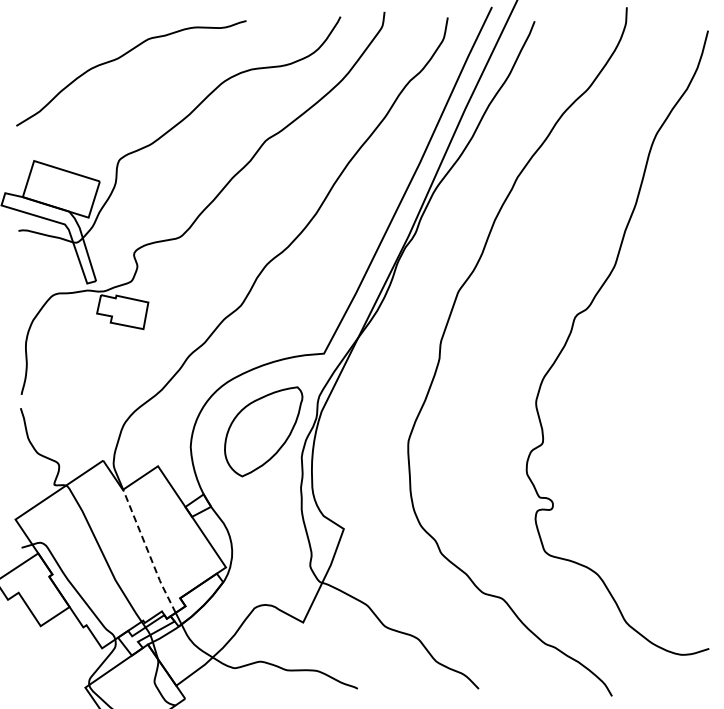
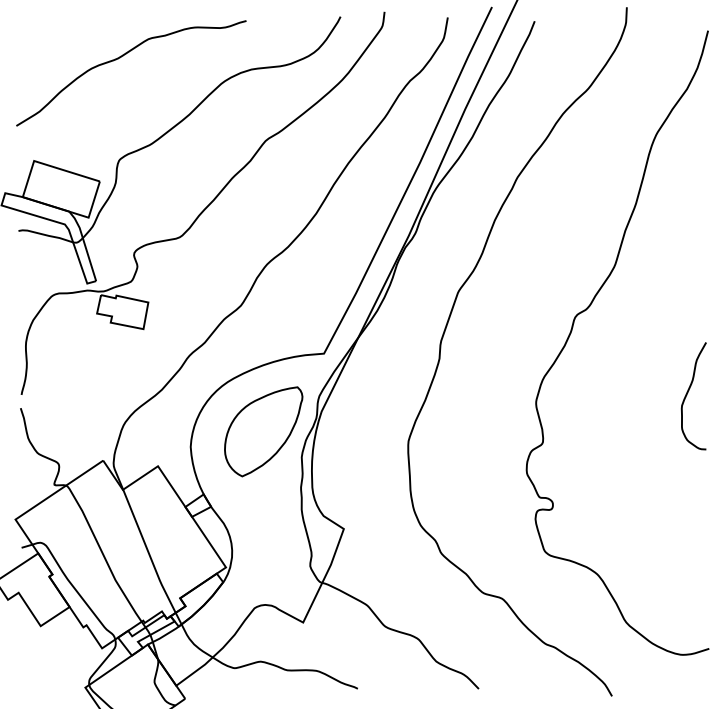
curve at (687, 395): none -> present
line at (148, 552): dashed -> solid
